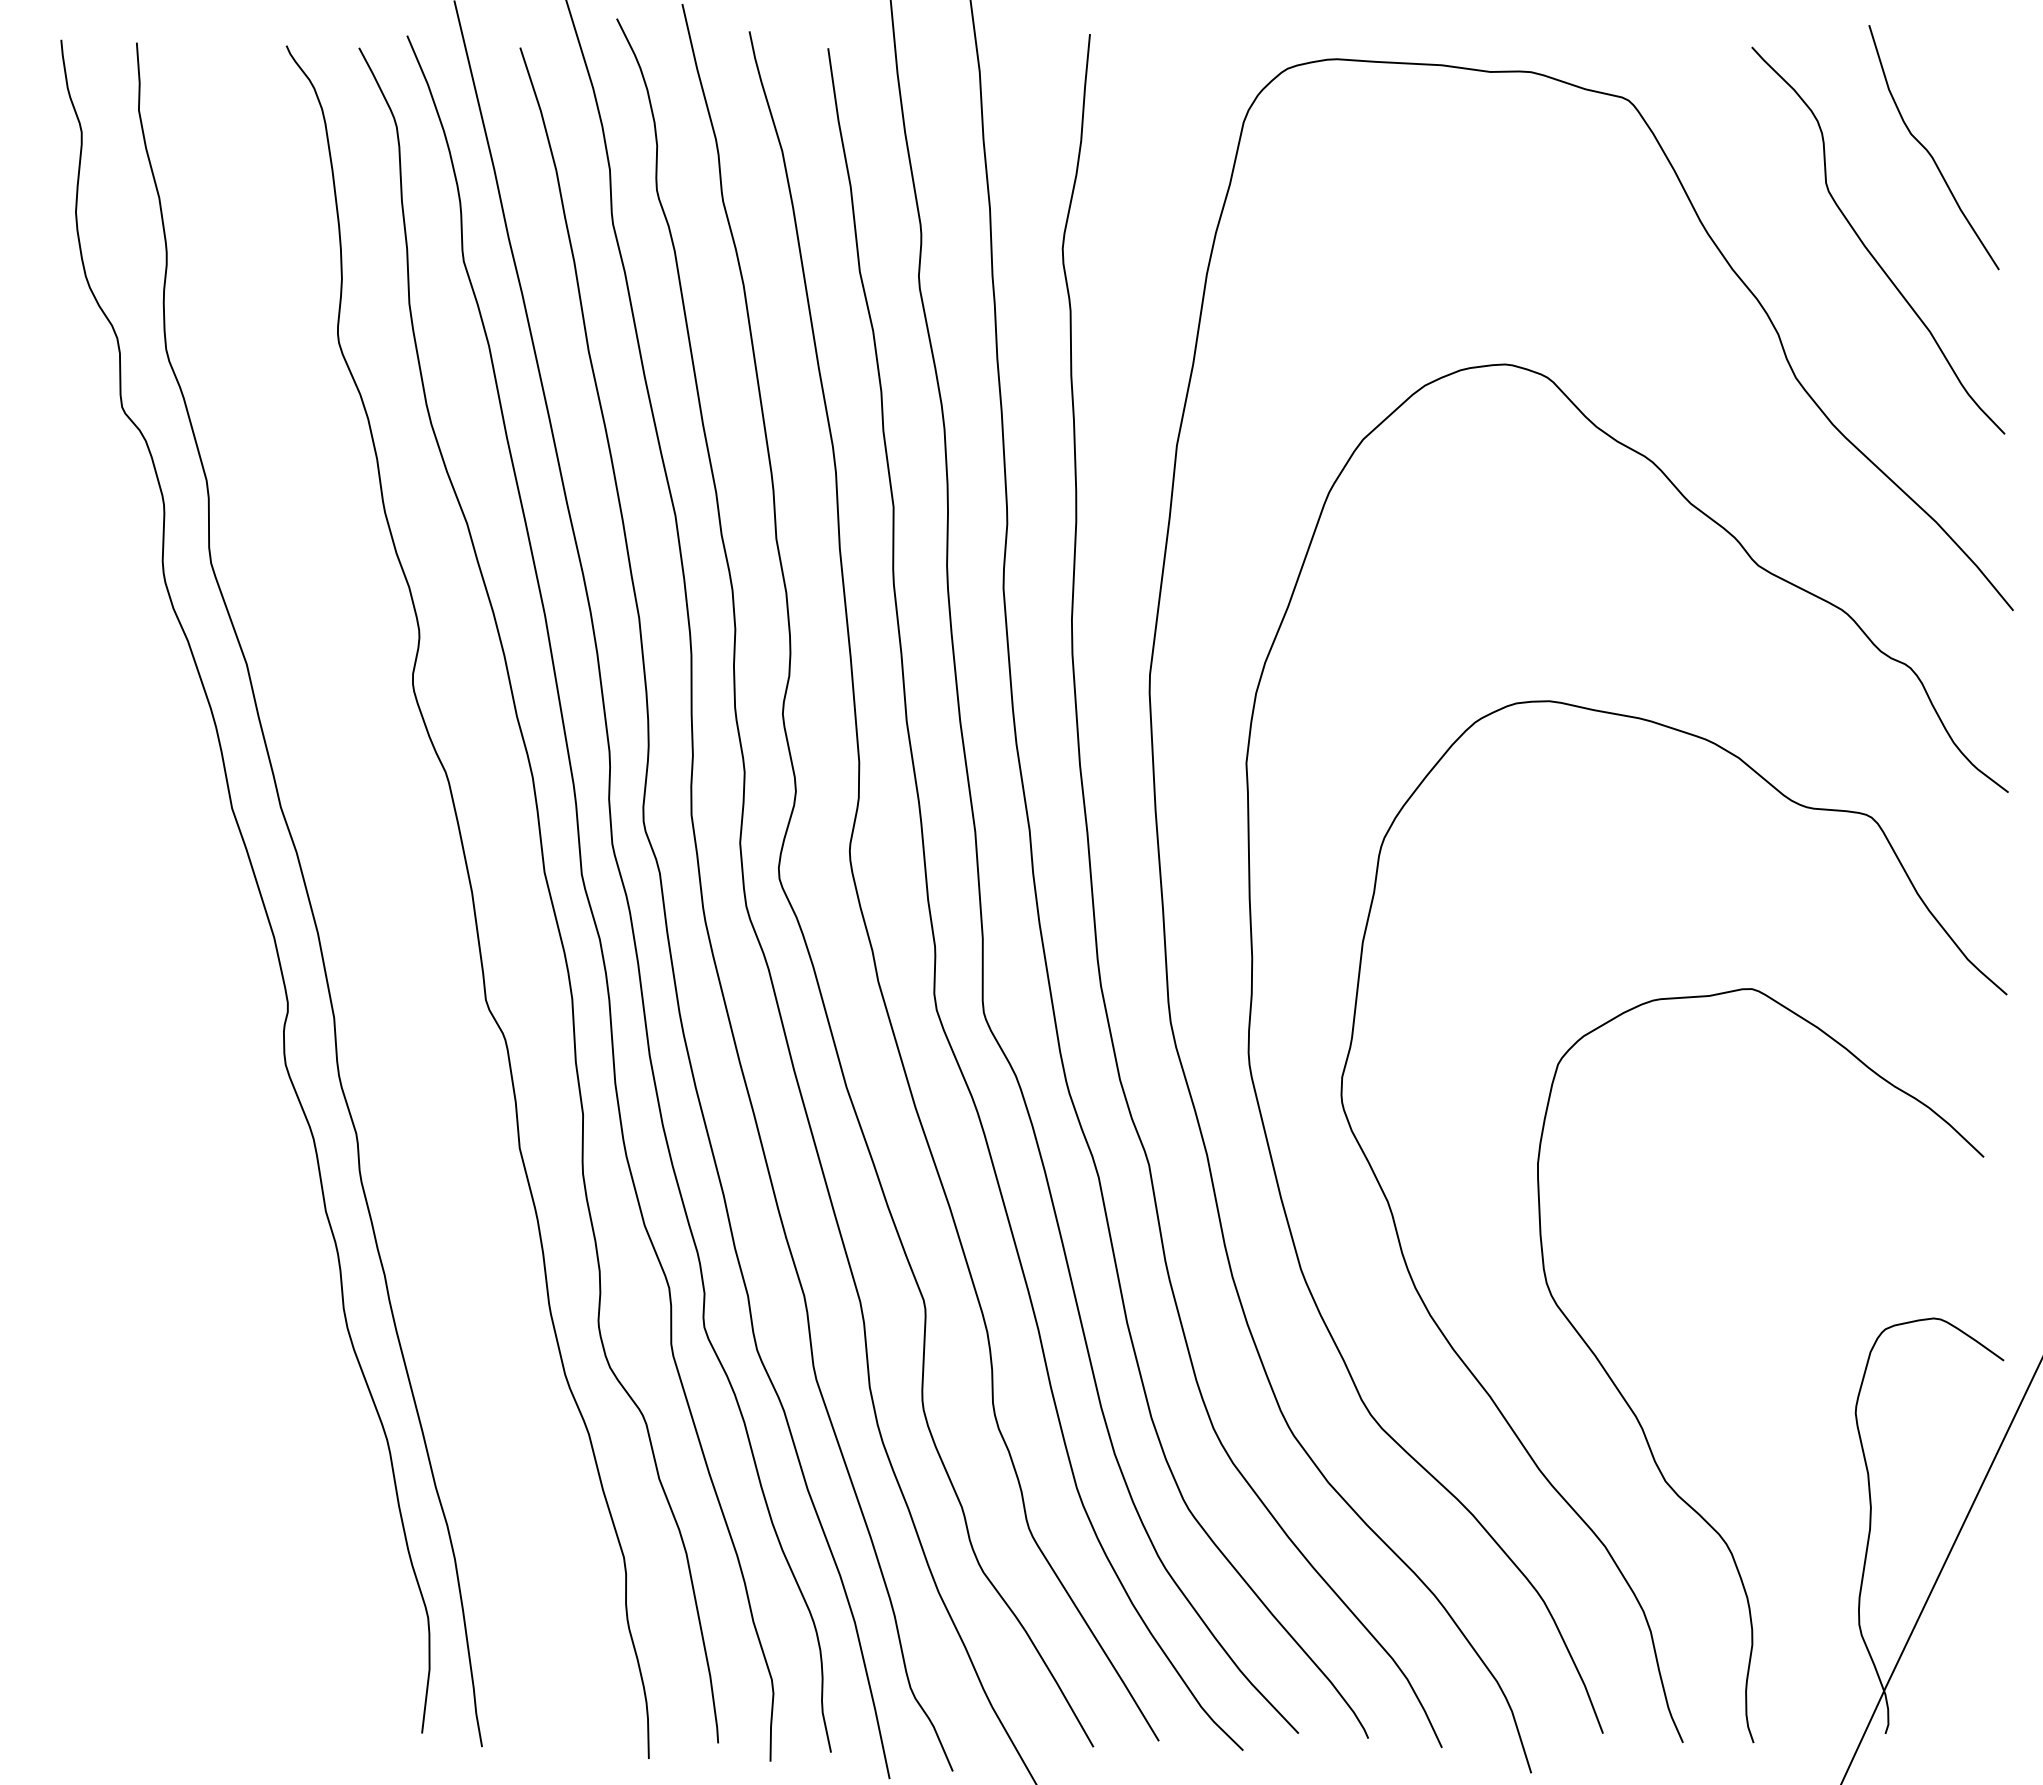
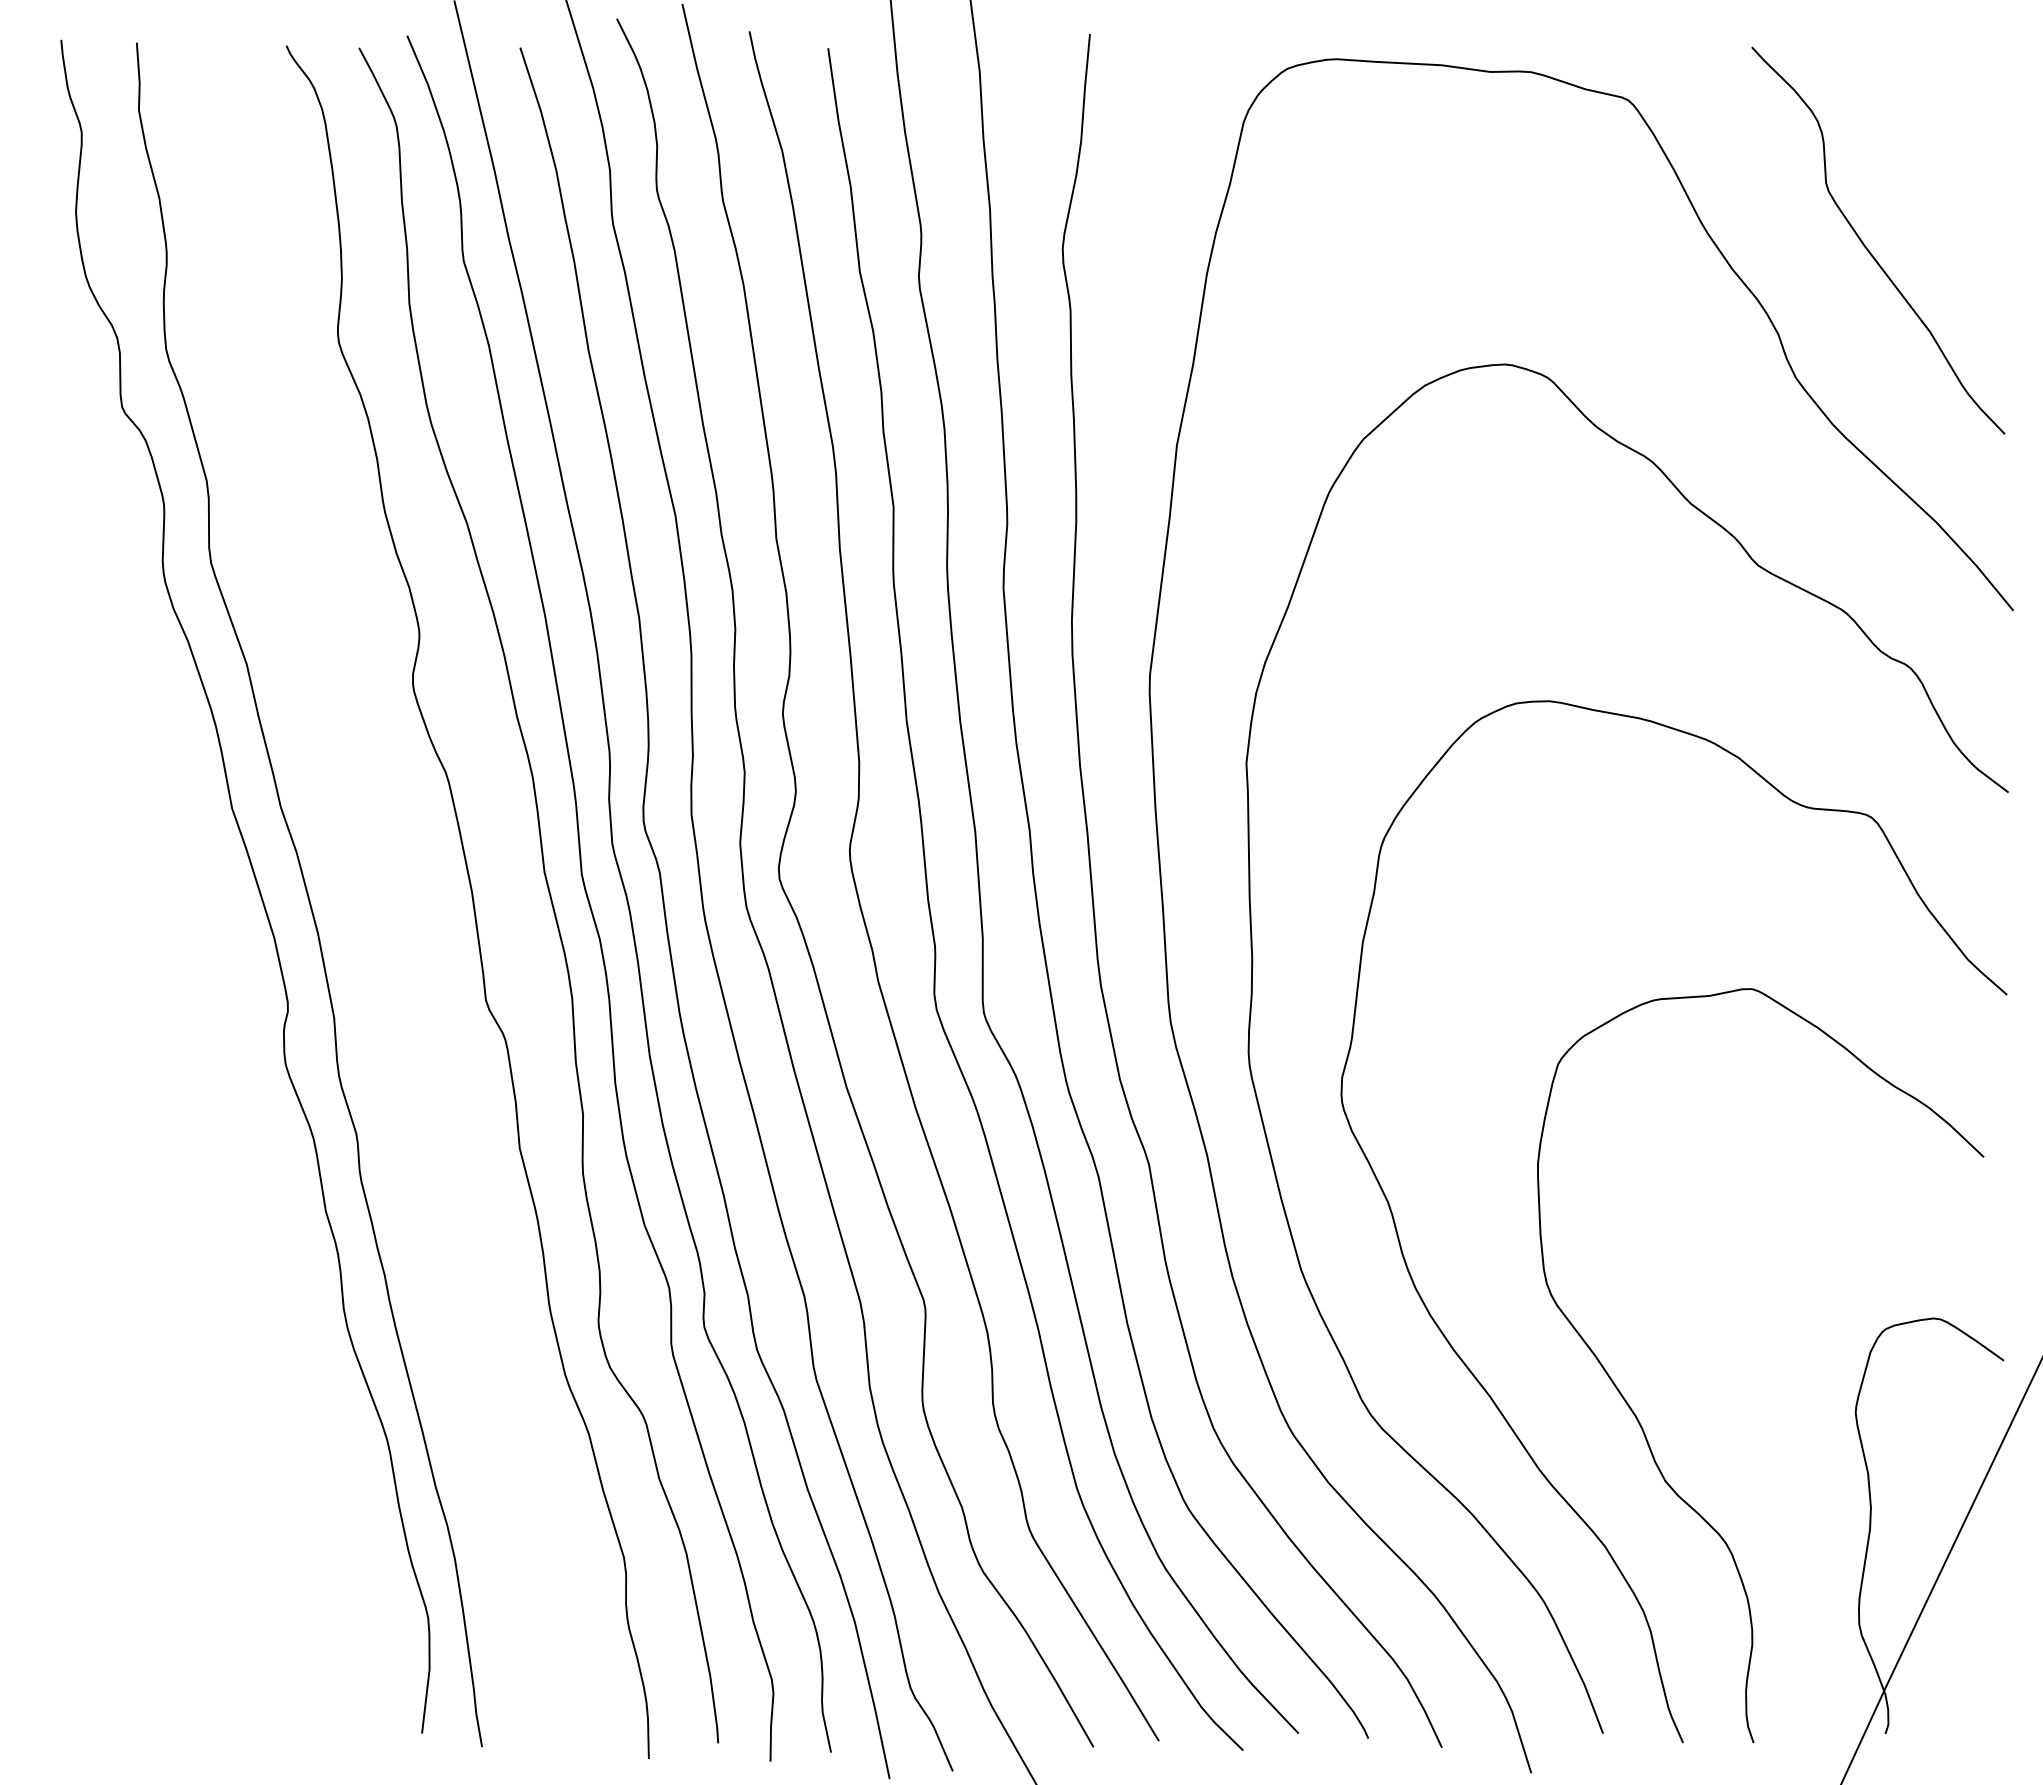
curve at (1929, 151): present -> none
